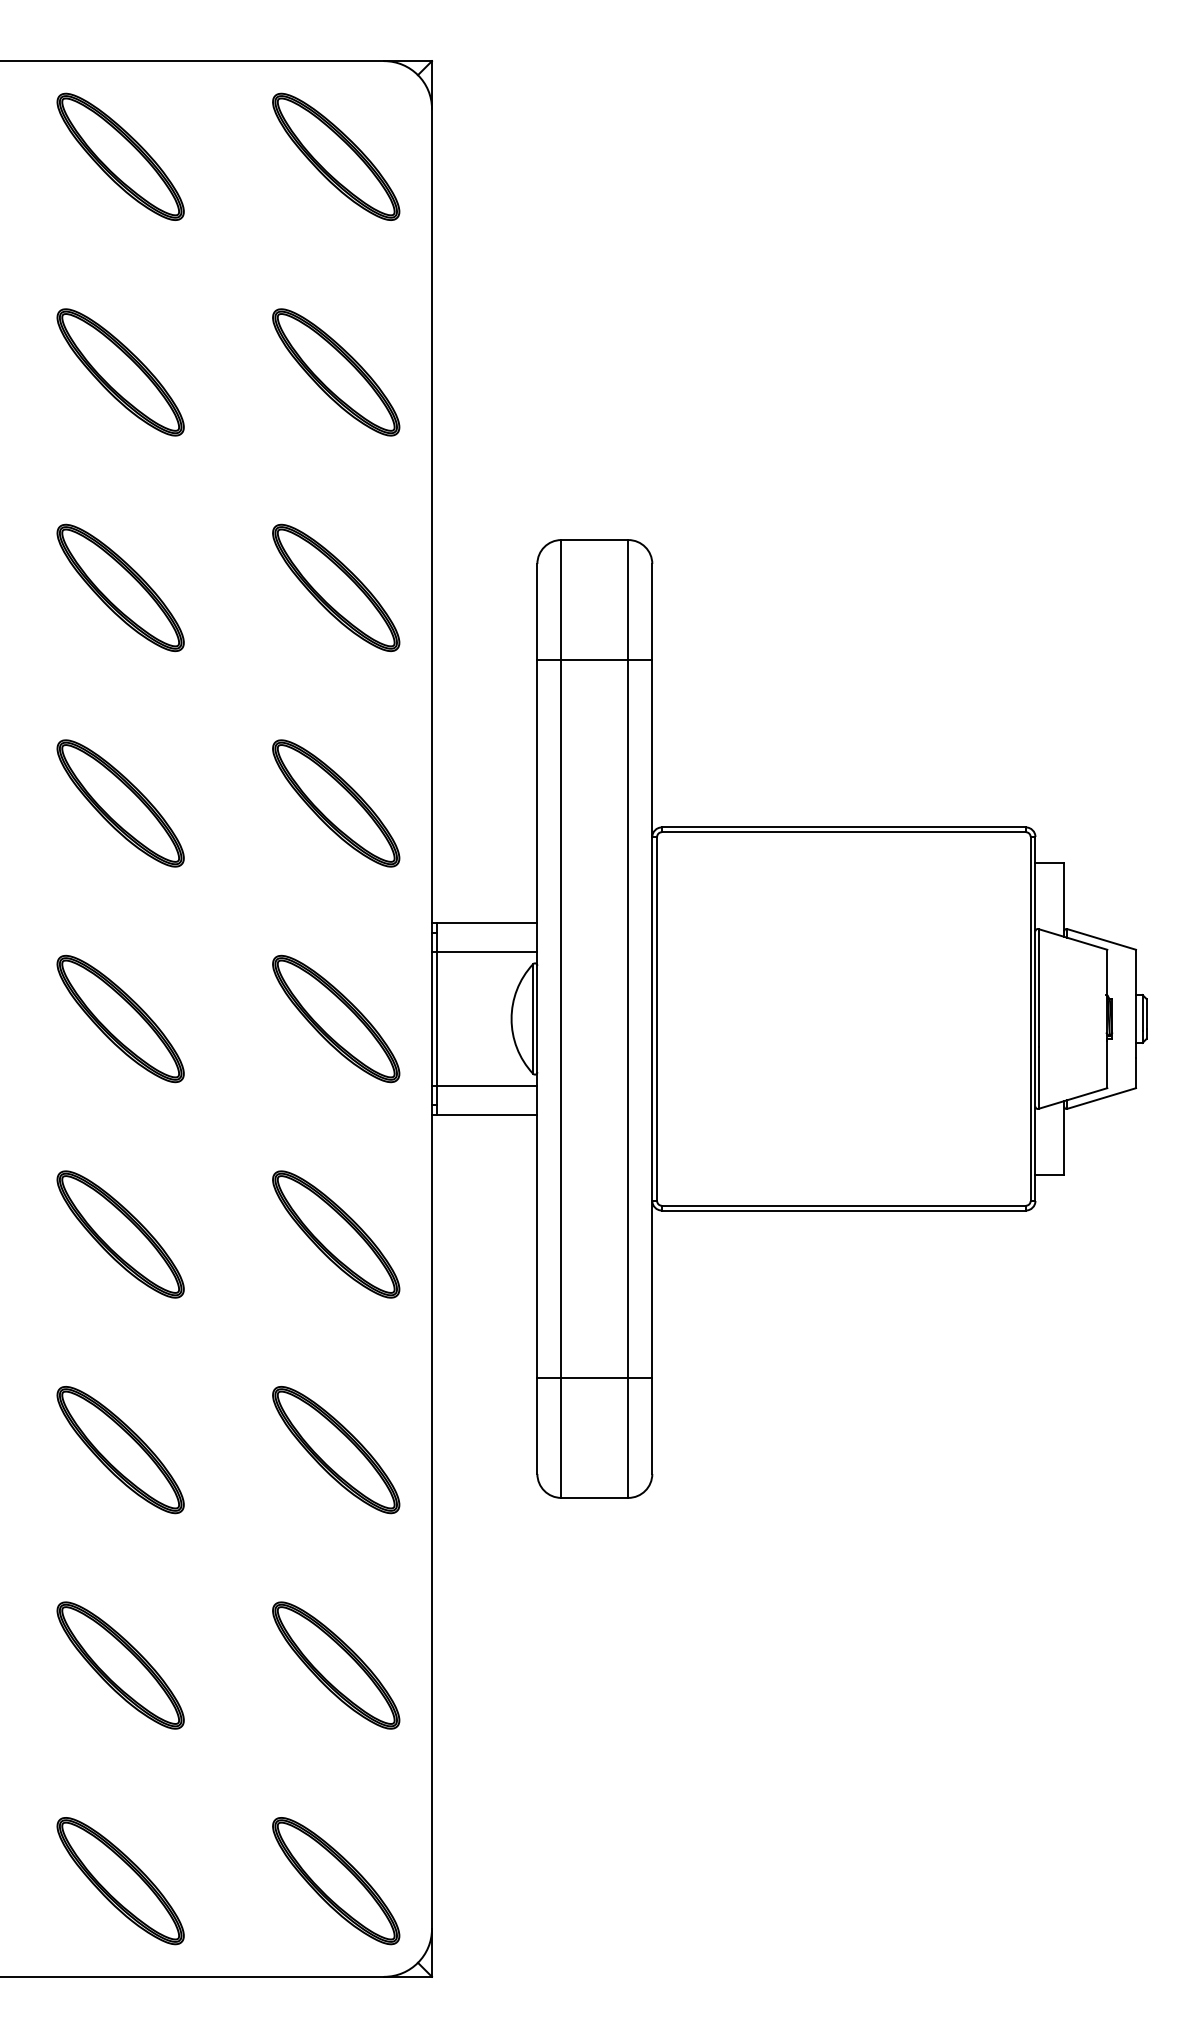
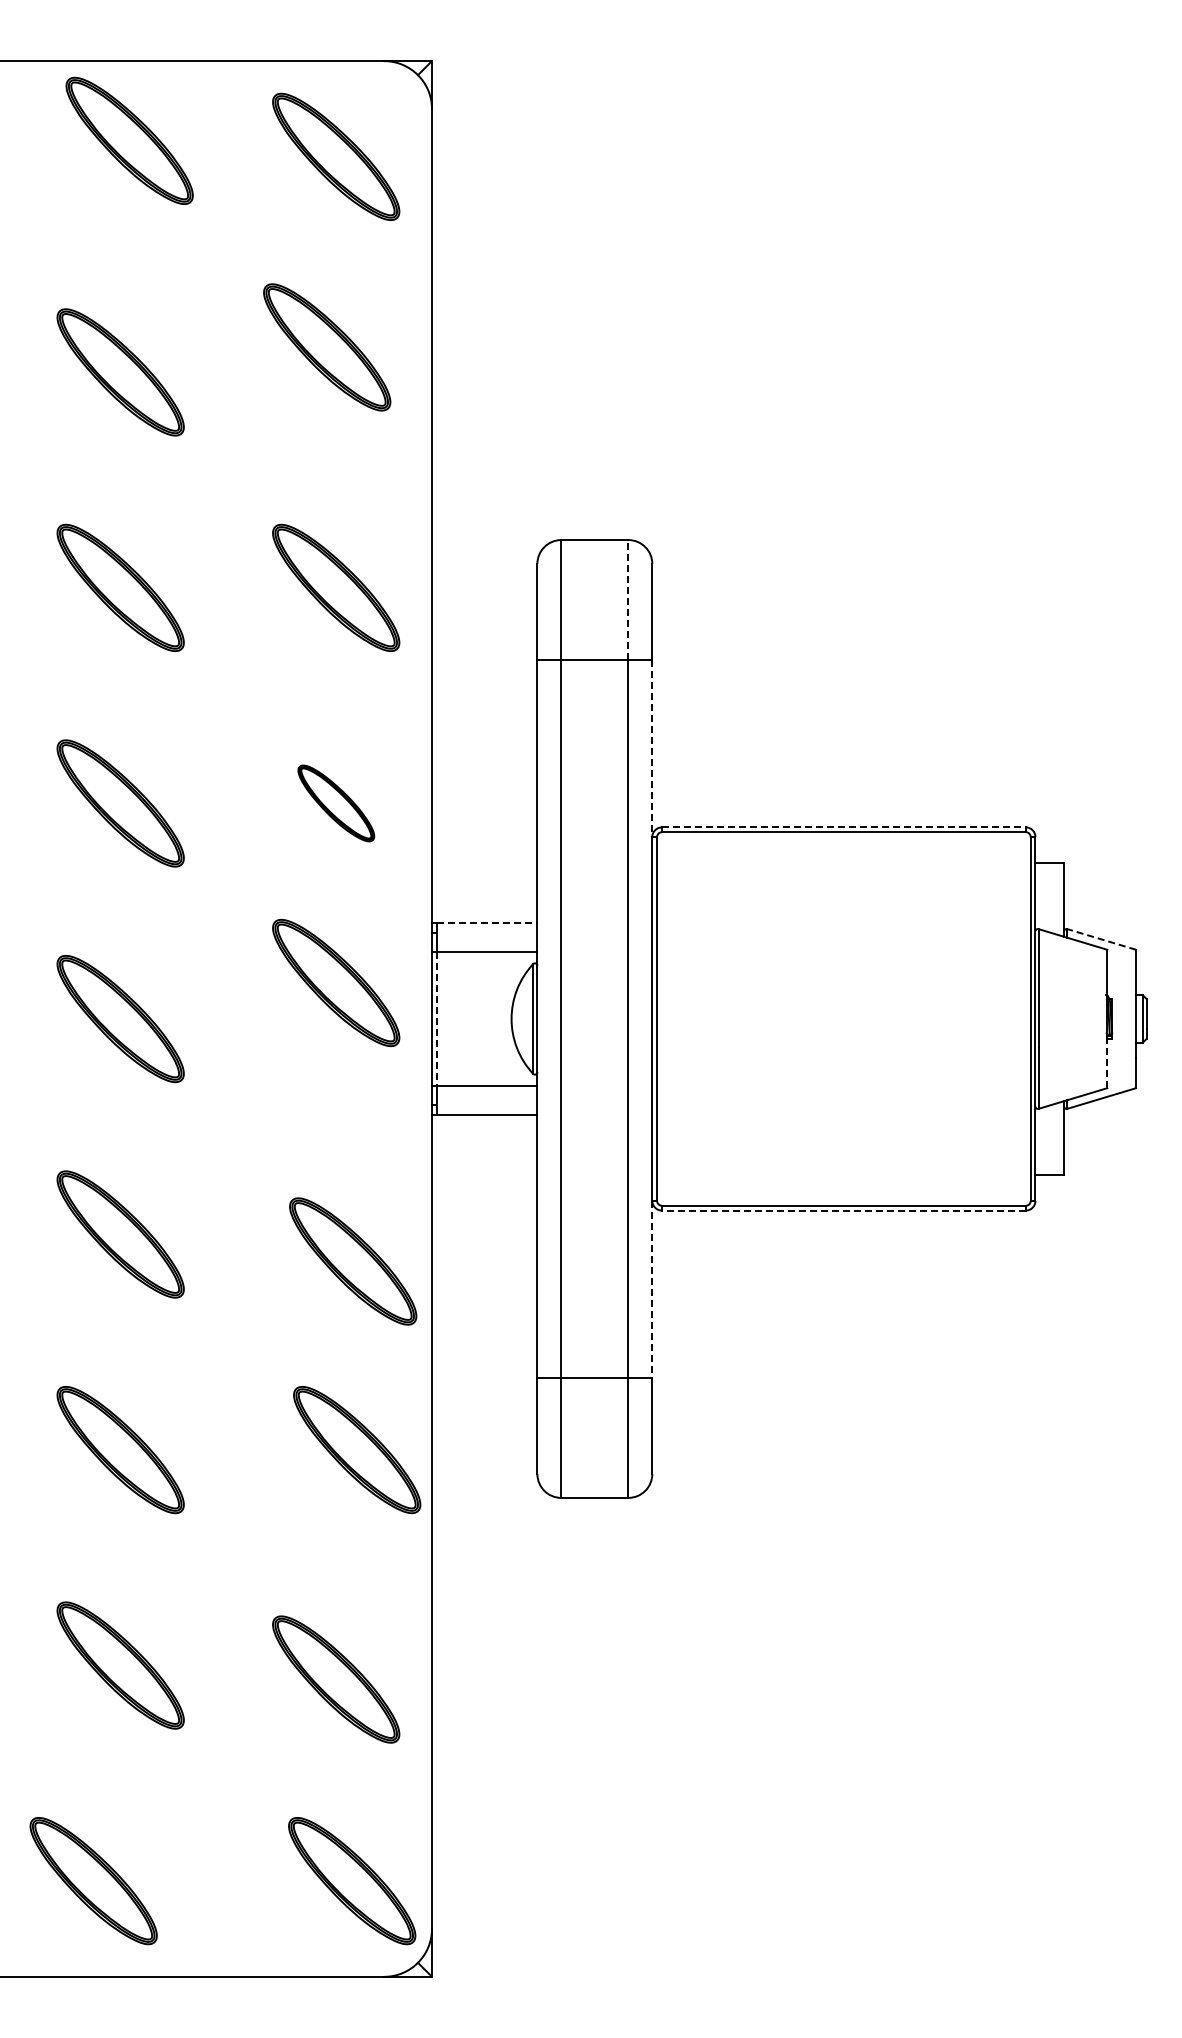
part at (120, 156) position: (120, 156) -> (129, 140)
part at (336, 372) position: (336, 372) -> (327, 347)
line at (628, 599): solid -> dashed
line at (652, 748): solid -> dashed
part at (336, 803) size: 129x129 px -> 79x79 px
line at (843, 827): solid -> dashed
line at (487, 923): solid -> dashed
line at (1101, 939): solid -> dashed
part at (336, 1018) position: (336, 1018) -> (336, 982)
line at (436, 1019): solid -> dashed
line at (1107, 1064): solid -> dashed
line at (843, 1210): solid -> dashed
part at (336, 1234) position: (336, 1234) -> (353, 1261)
line at (652, 1289): solid -> dashed
part at (336, 1450) position: (336, 1450) -> (357, 1450)
part at (336, 1665) position: (336, 1665) -> (336, 1679)
part at (120, 1881) position: (120, 1881) -> (93, 1881)
part at (336, 1881) position: (336, 1881) -> (352, 1881)
